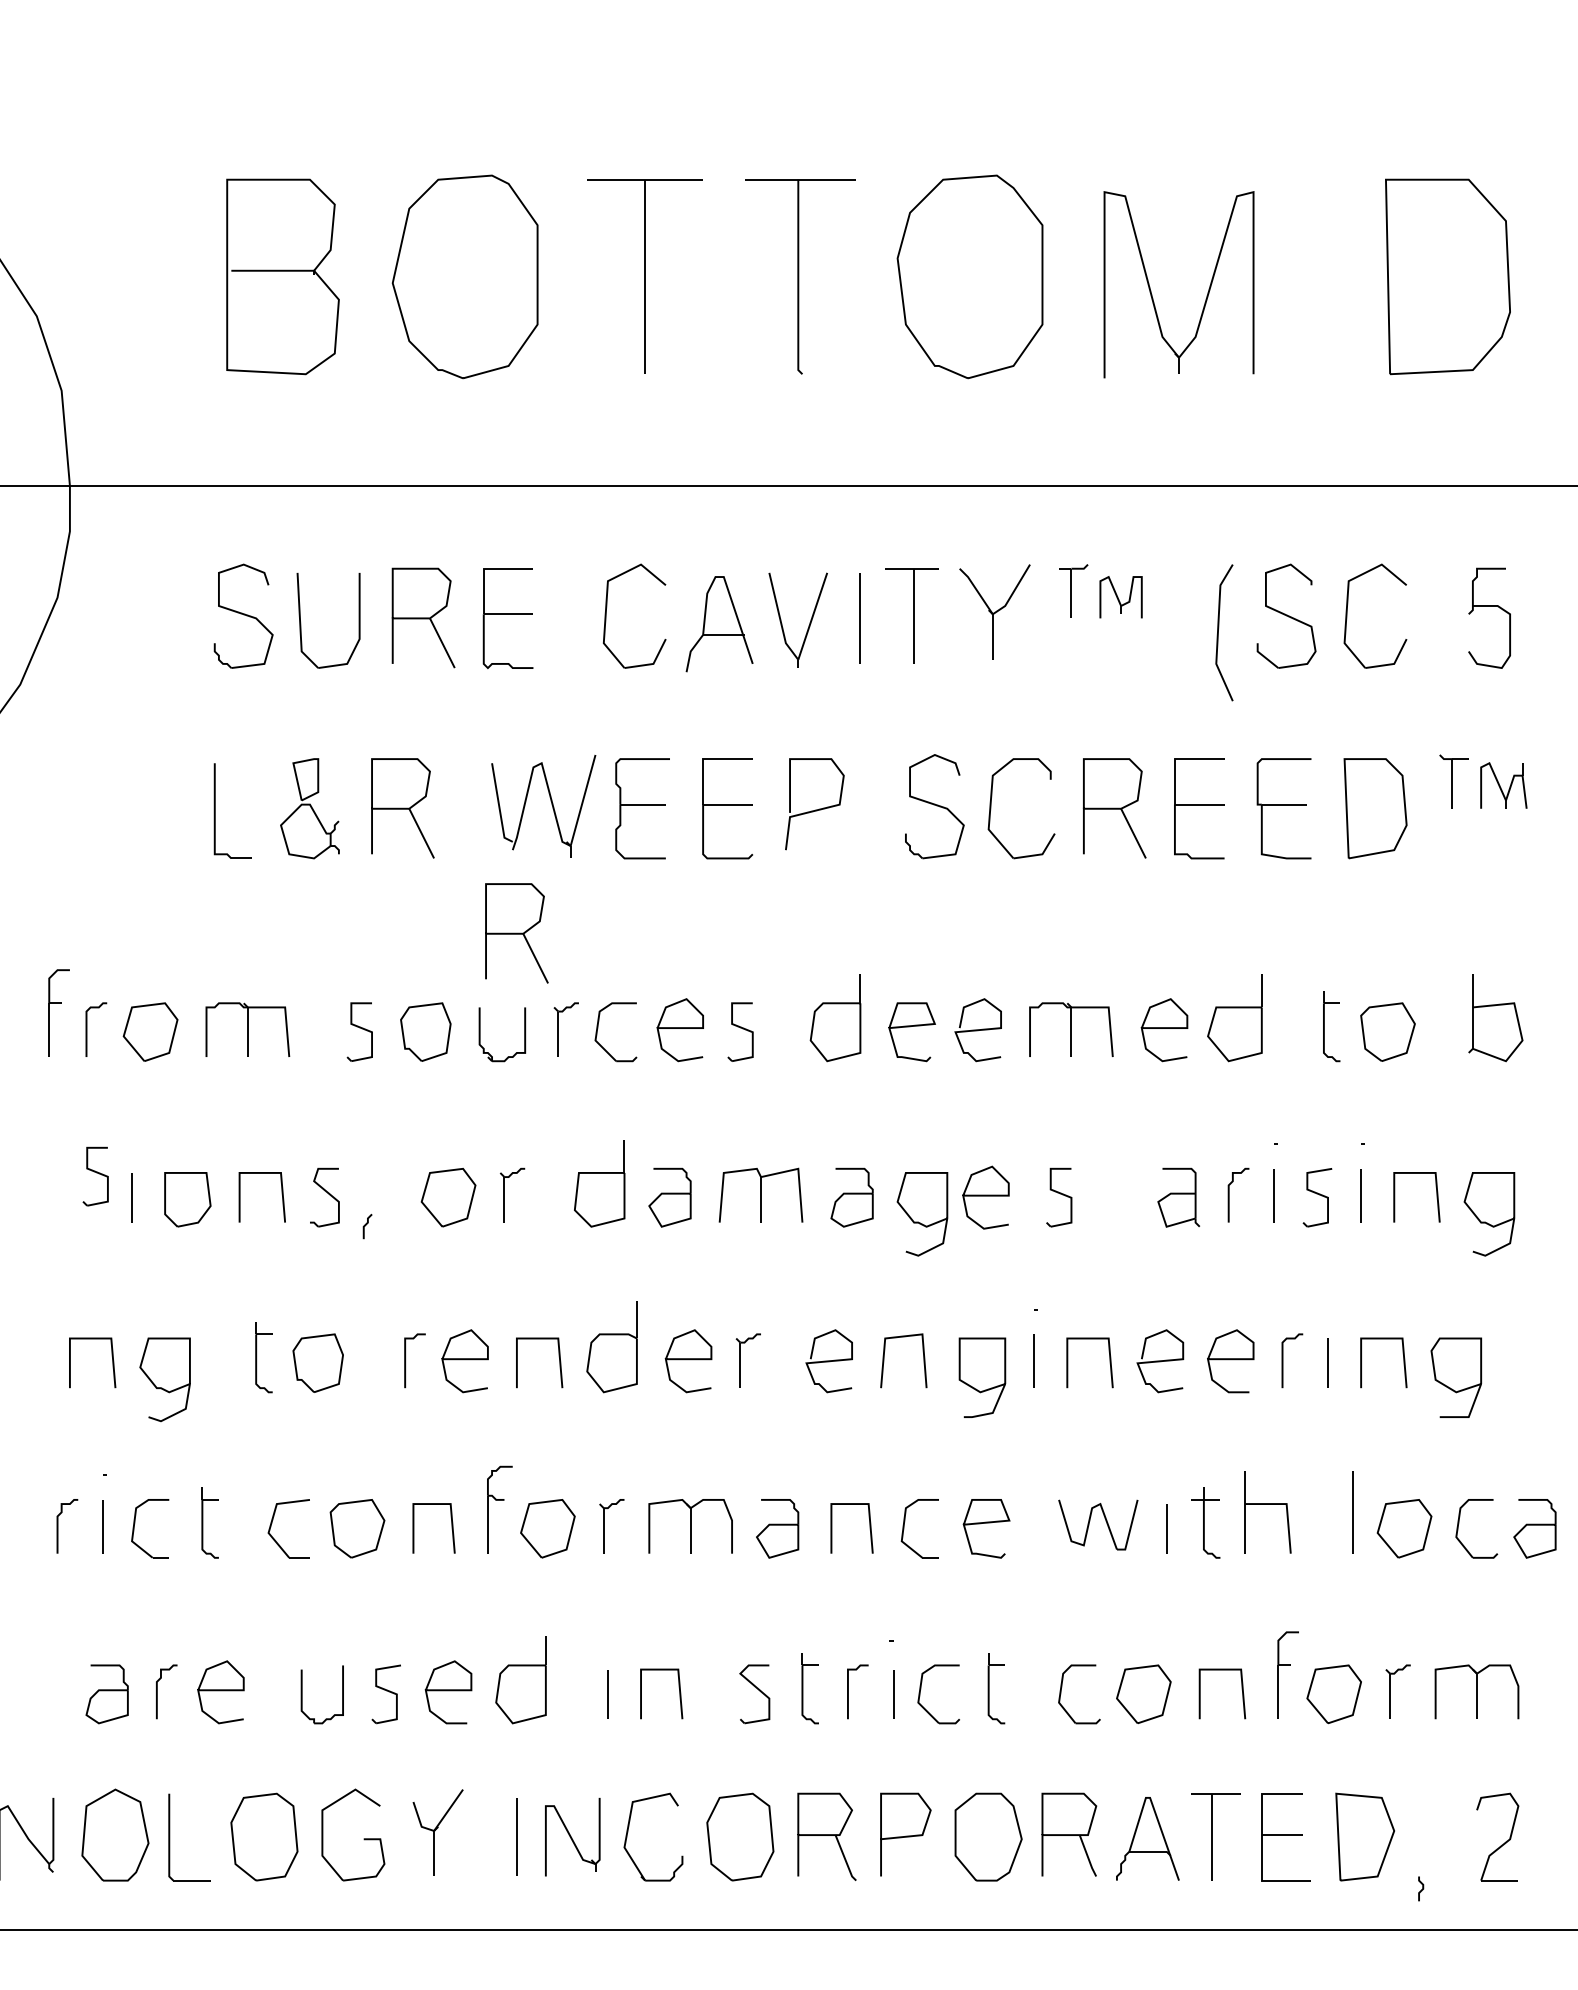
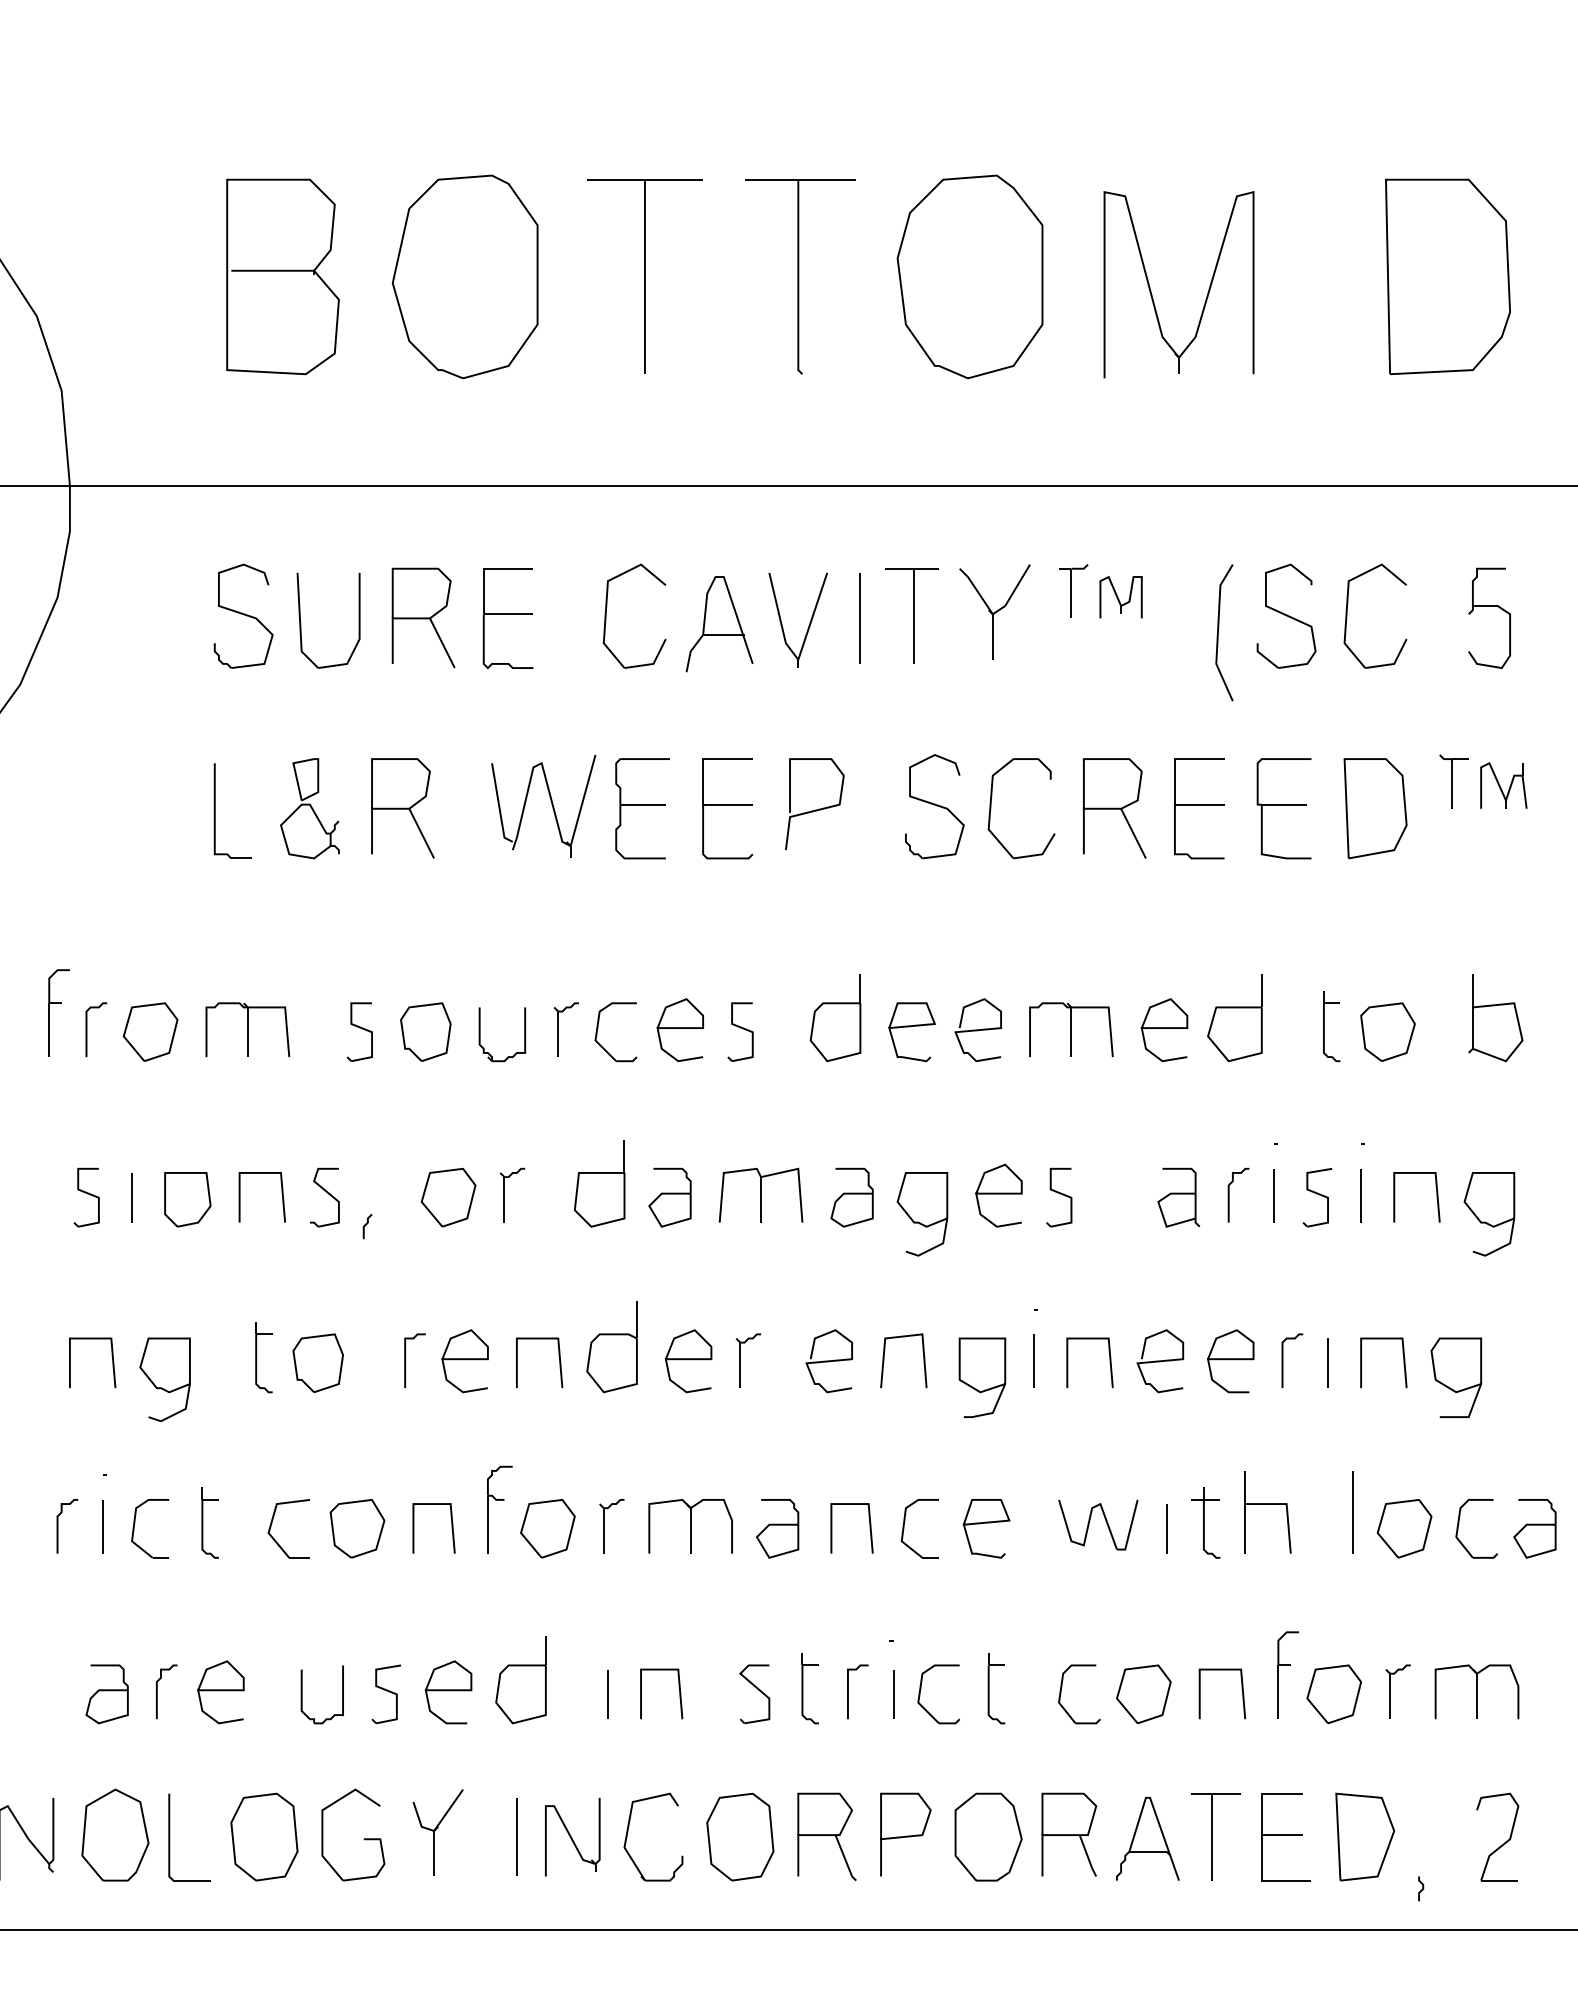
part at (516, 933): present -> none
part at (95, 1176) position: (95, 1176) -> (86, 1197)
curve at (985, 1196) position: (985, 1196) -> (998, 1194)
